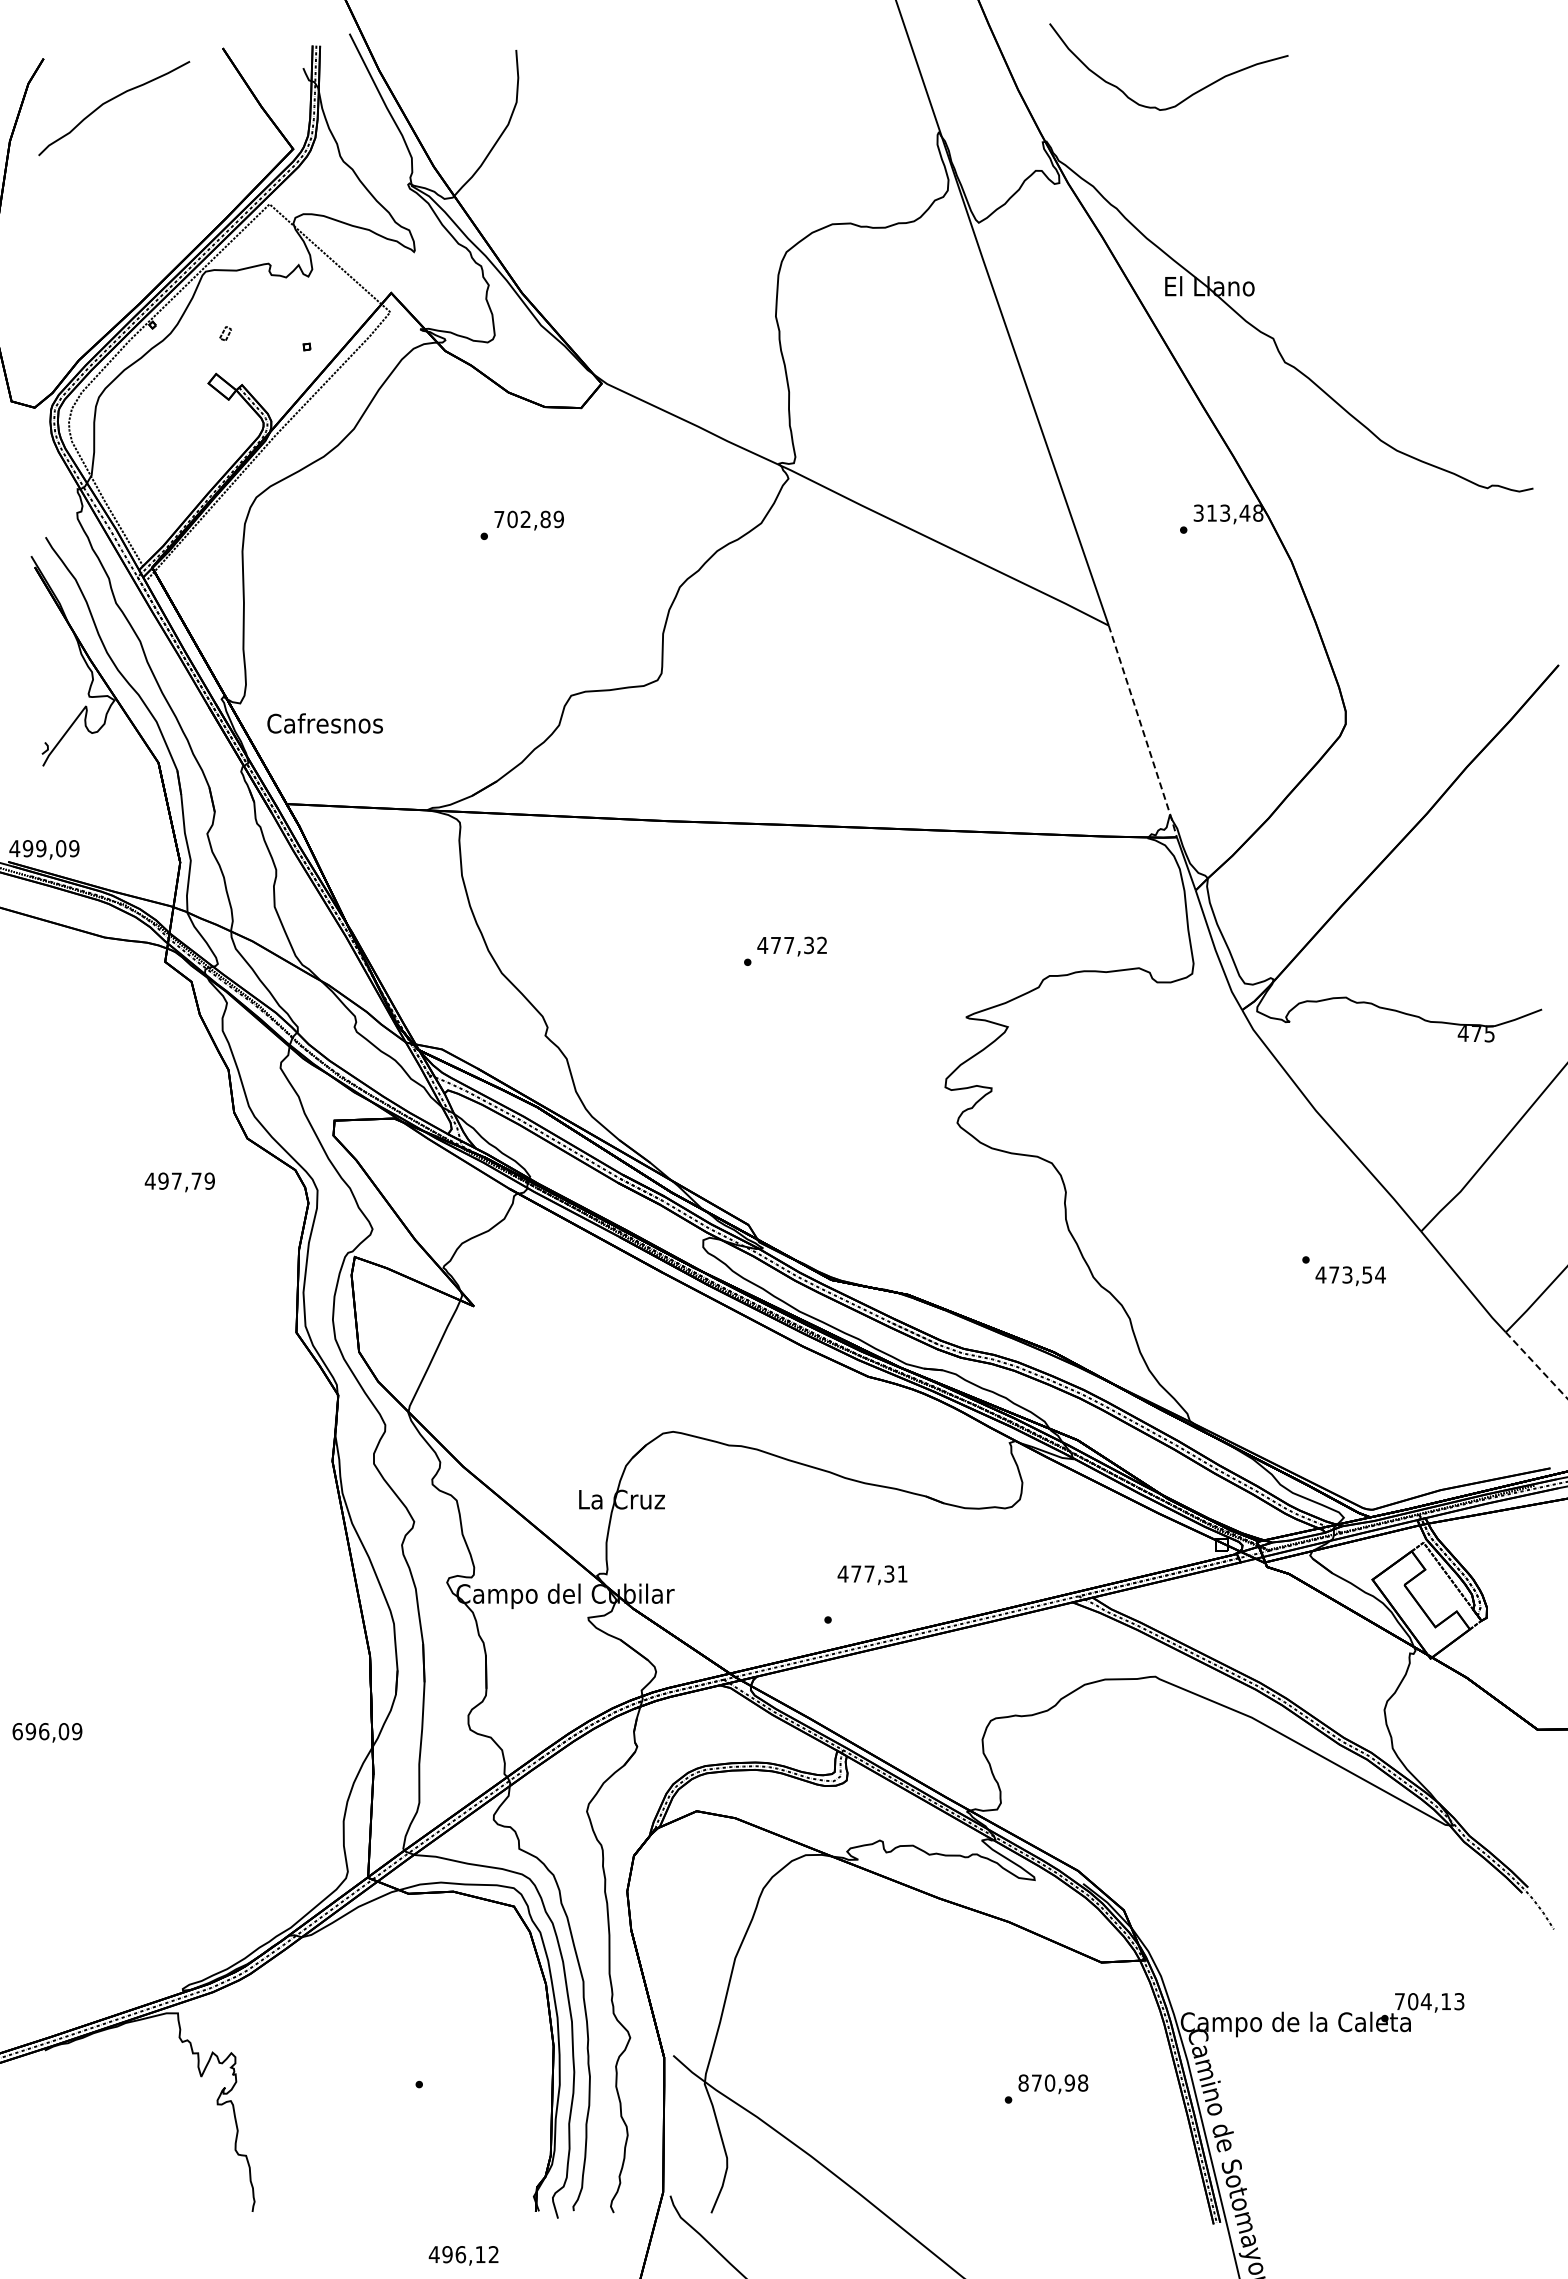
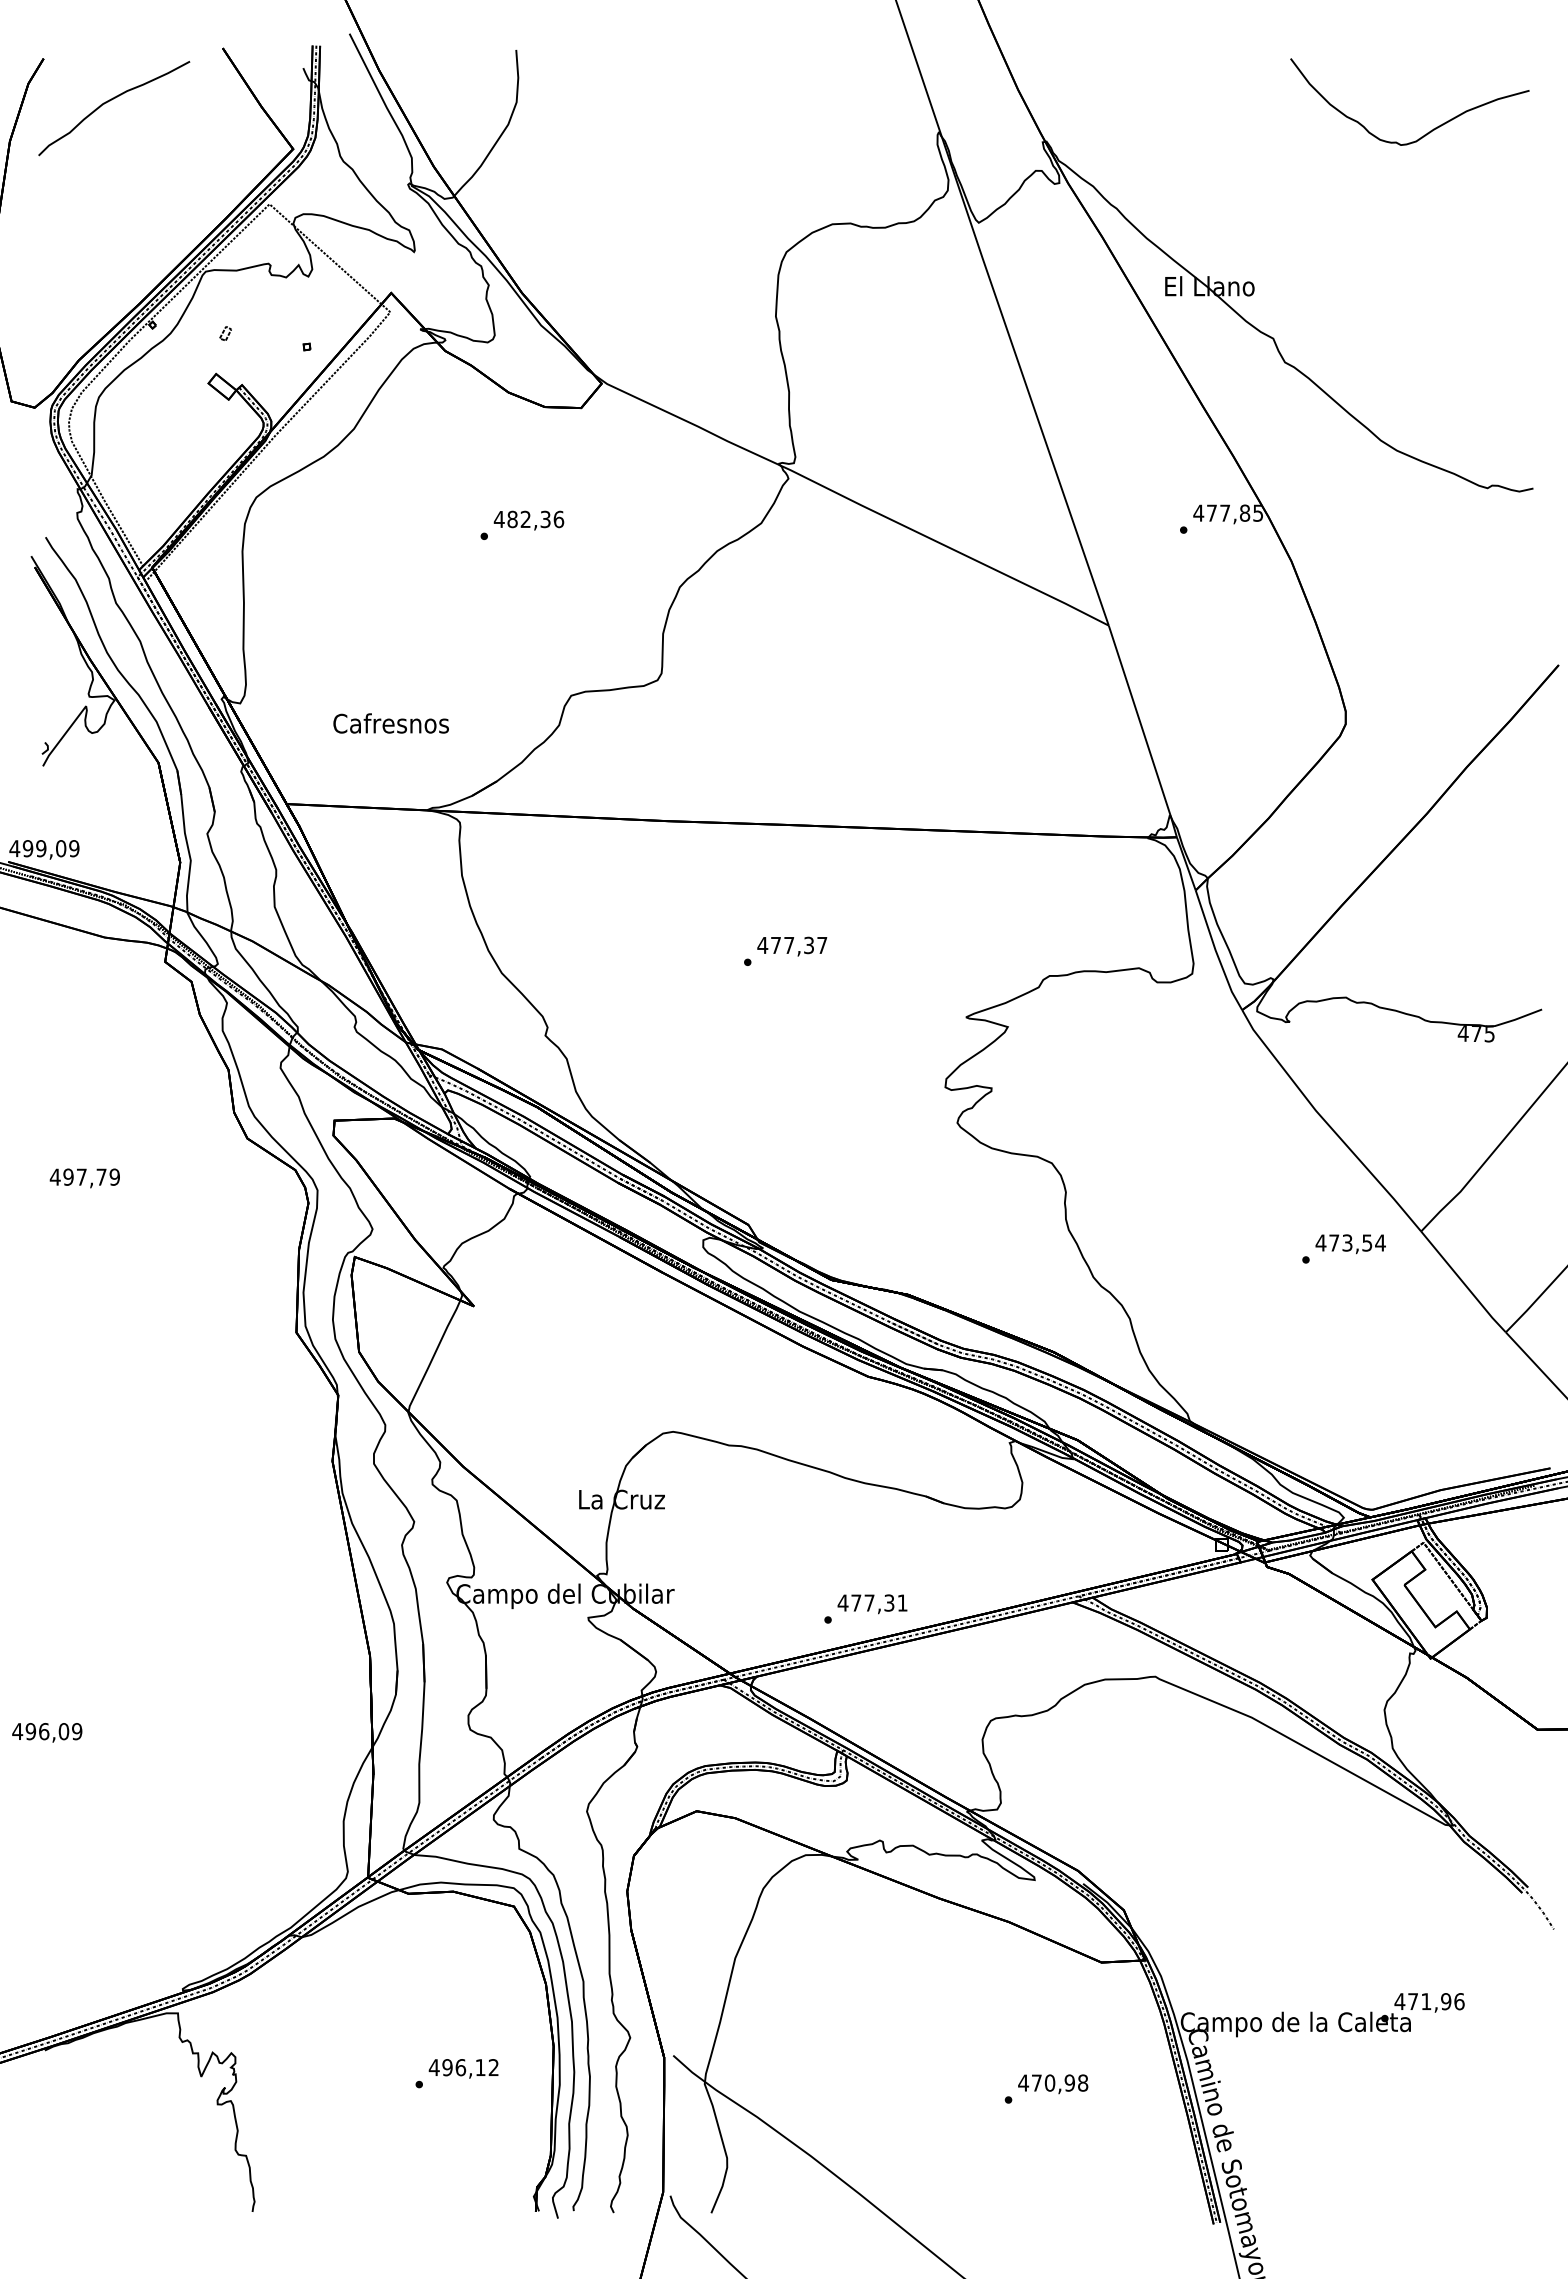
curve at (1189, 95) position: (1189, 95) -> (1430, 130)
text at (1228, 512): 313,48 -> 477,85
text at (528, 519): 702,89 -> 482,36
text at (324, 723) position: (324, 723) -> (390, 723)
line at (1143, 732): dashed -> solid
text at (822, 944): 477,32 -> 477,37
text at (179, 1182) position: (179, 1182) -> (84, 1178)
text at (1350, 1276) position: (1350, 1276) -> (1350, 1244)
line at (1537, 1366): dashed -> solid
text at (872, 1575) position: (872, 1575) -> (872, 1604)
text at (17, 1731): 696,09 -> 496,09
text at (1429, 2001): 704,13 -> 471,96
text at (1023, 2082): 870,98 -> 470,98
text at (463, 2255) position: (463, 2255) -> (463, 2068)
